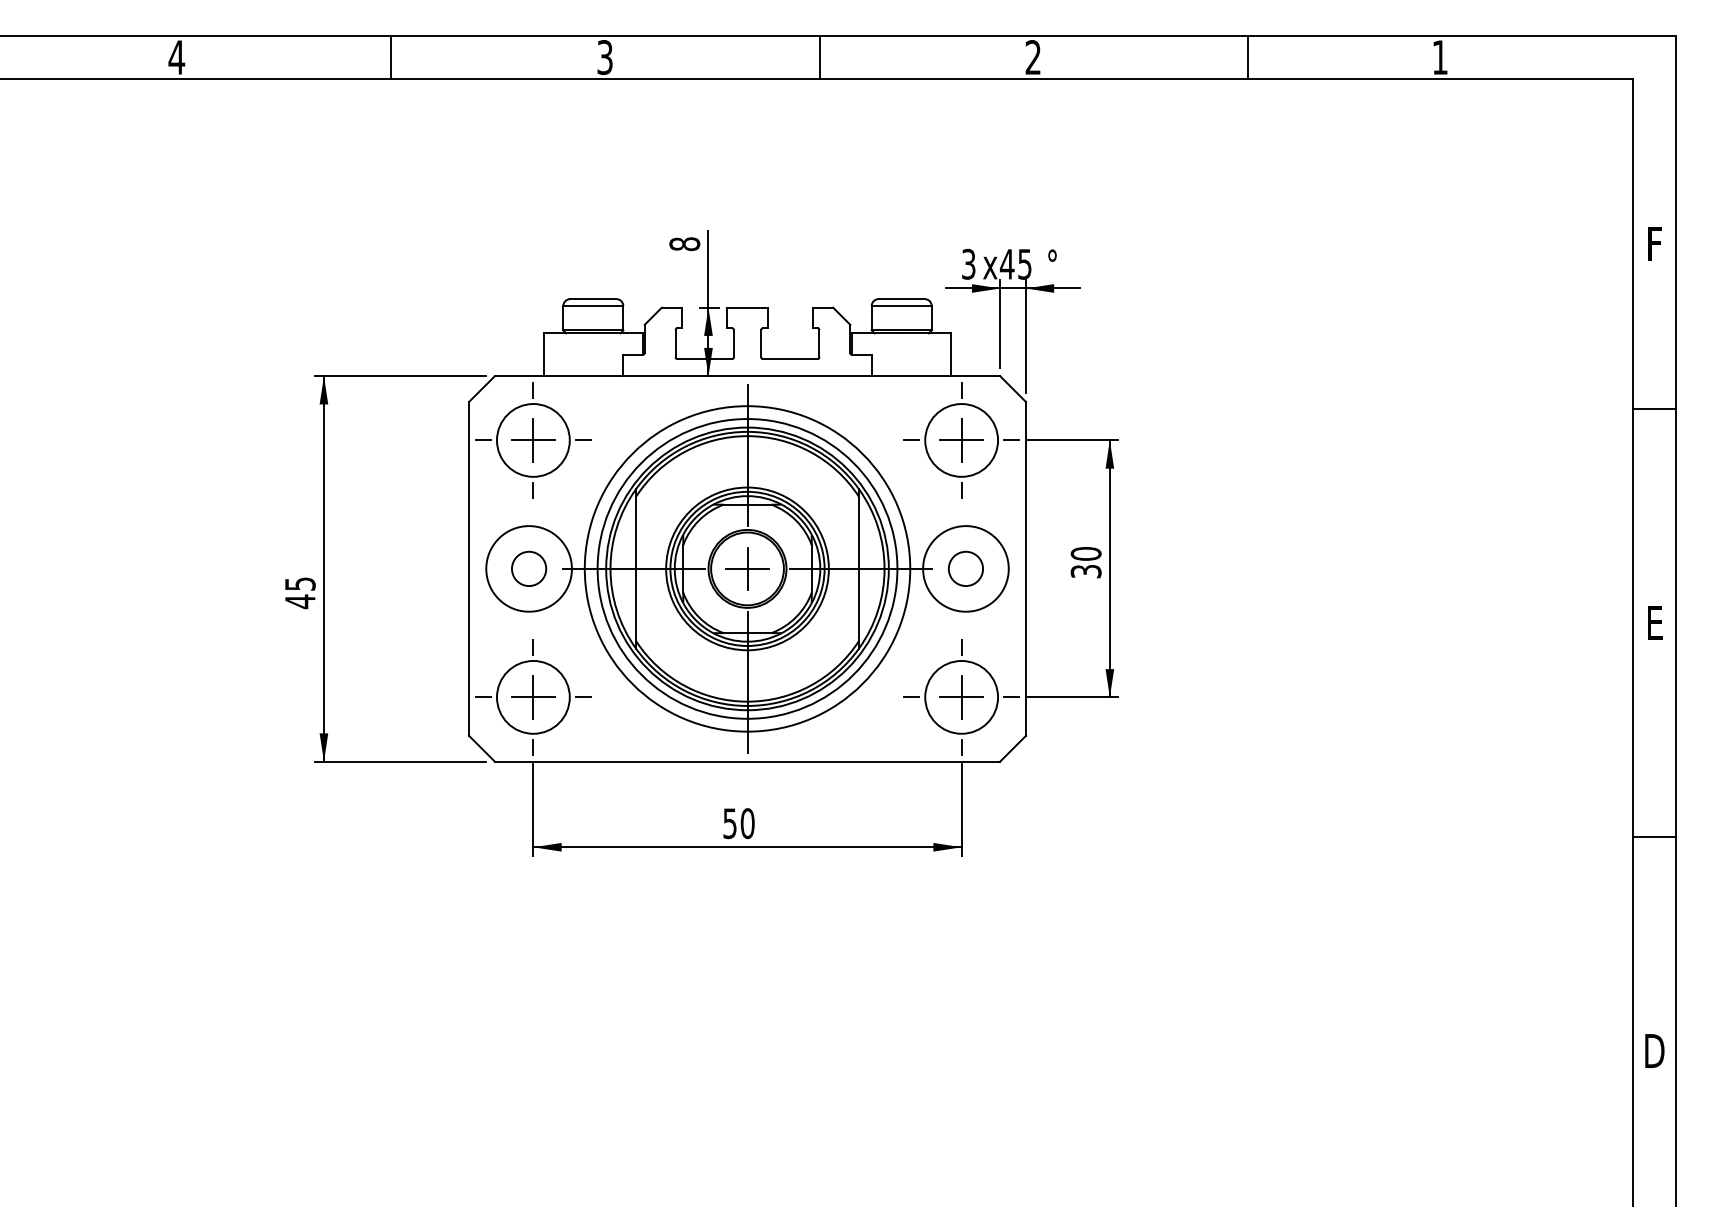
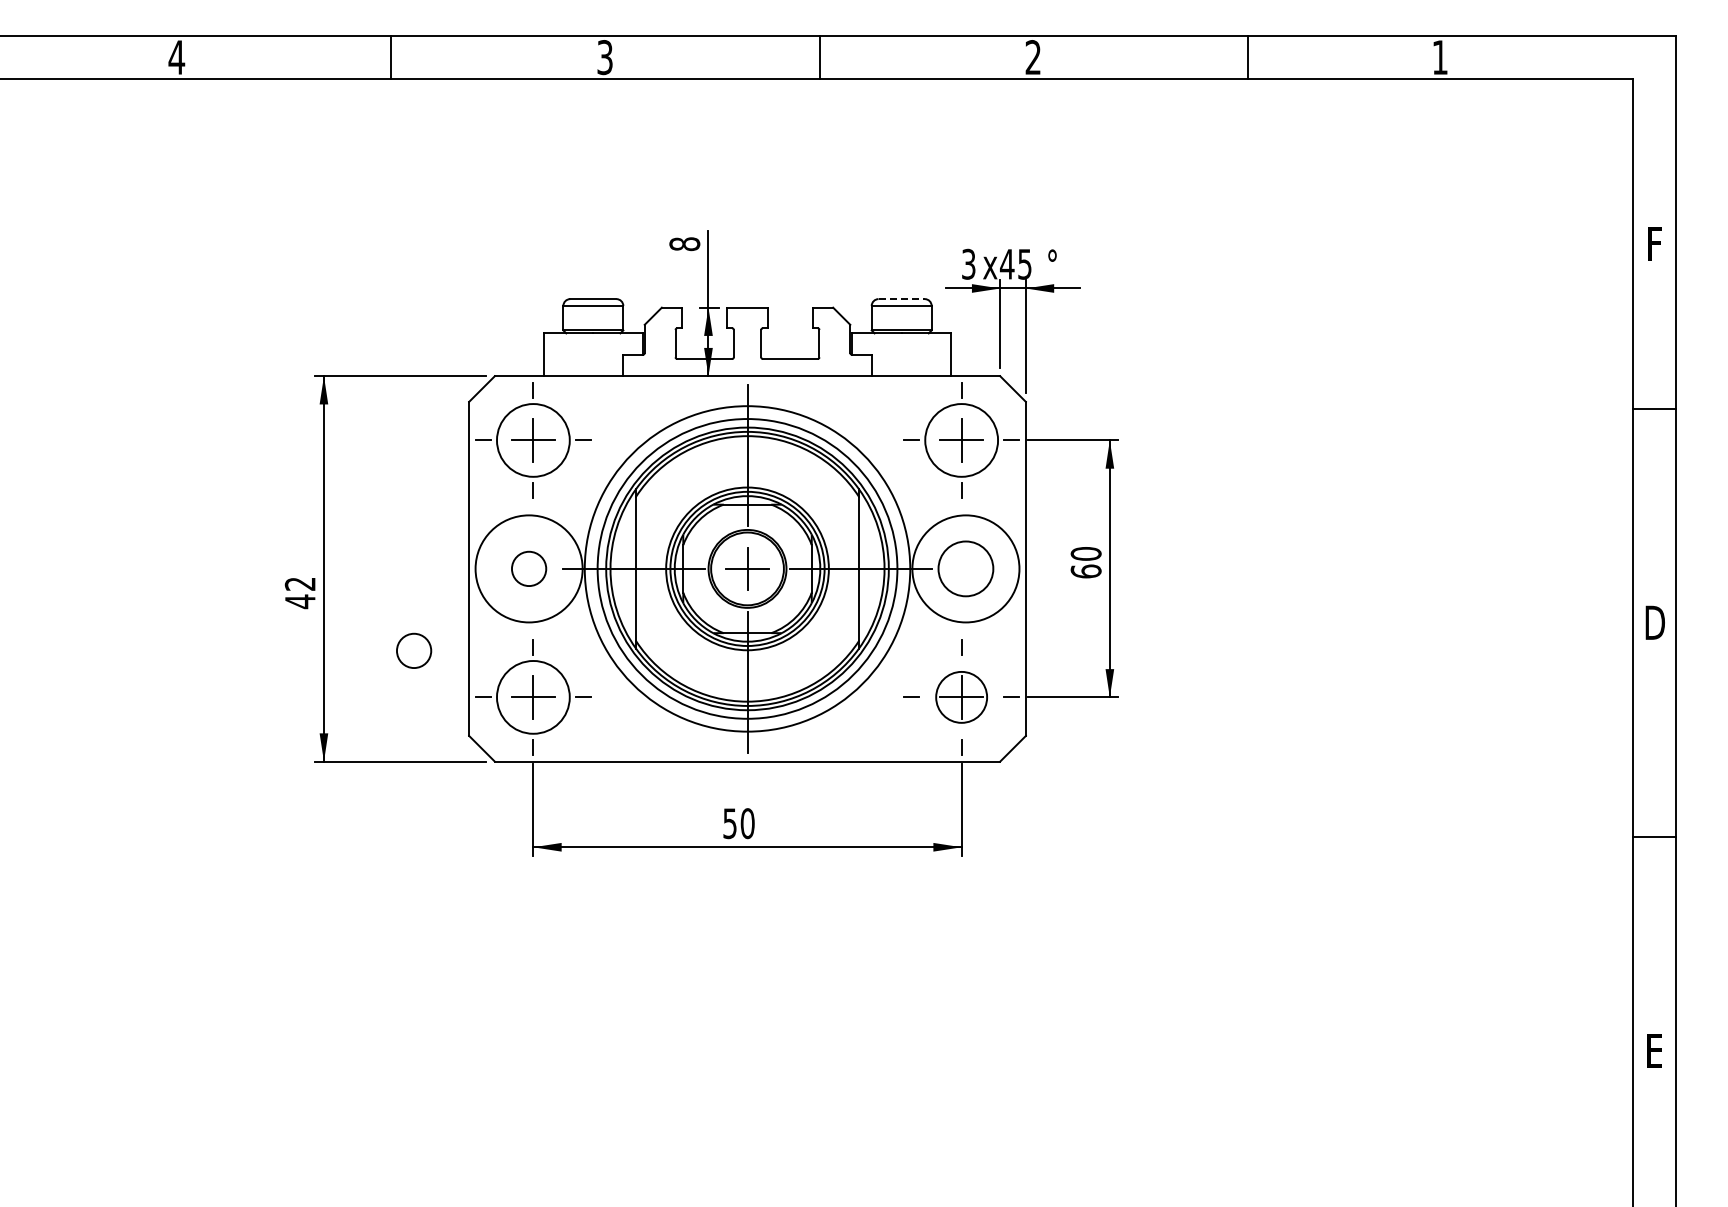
line at (902, 299): solid -> dashed
circle at (528, 568) diameter: 86 px -> 107 px
circle at (965, 568) diameter: 34 px -> 55 px
circle at (965, 568) diameter: 86 px -> 107 px
text at (1085, 571): 30 -> 60
text at (299, 583): 45 -> 42
text at (1654, 622): E -> D
circle at (414, 650): none -> present
circle at (961, 696) diameter: 73 px -> 51 px
text at (1654, 1050): D -> E
